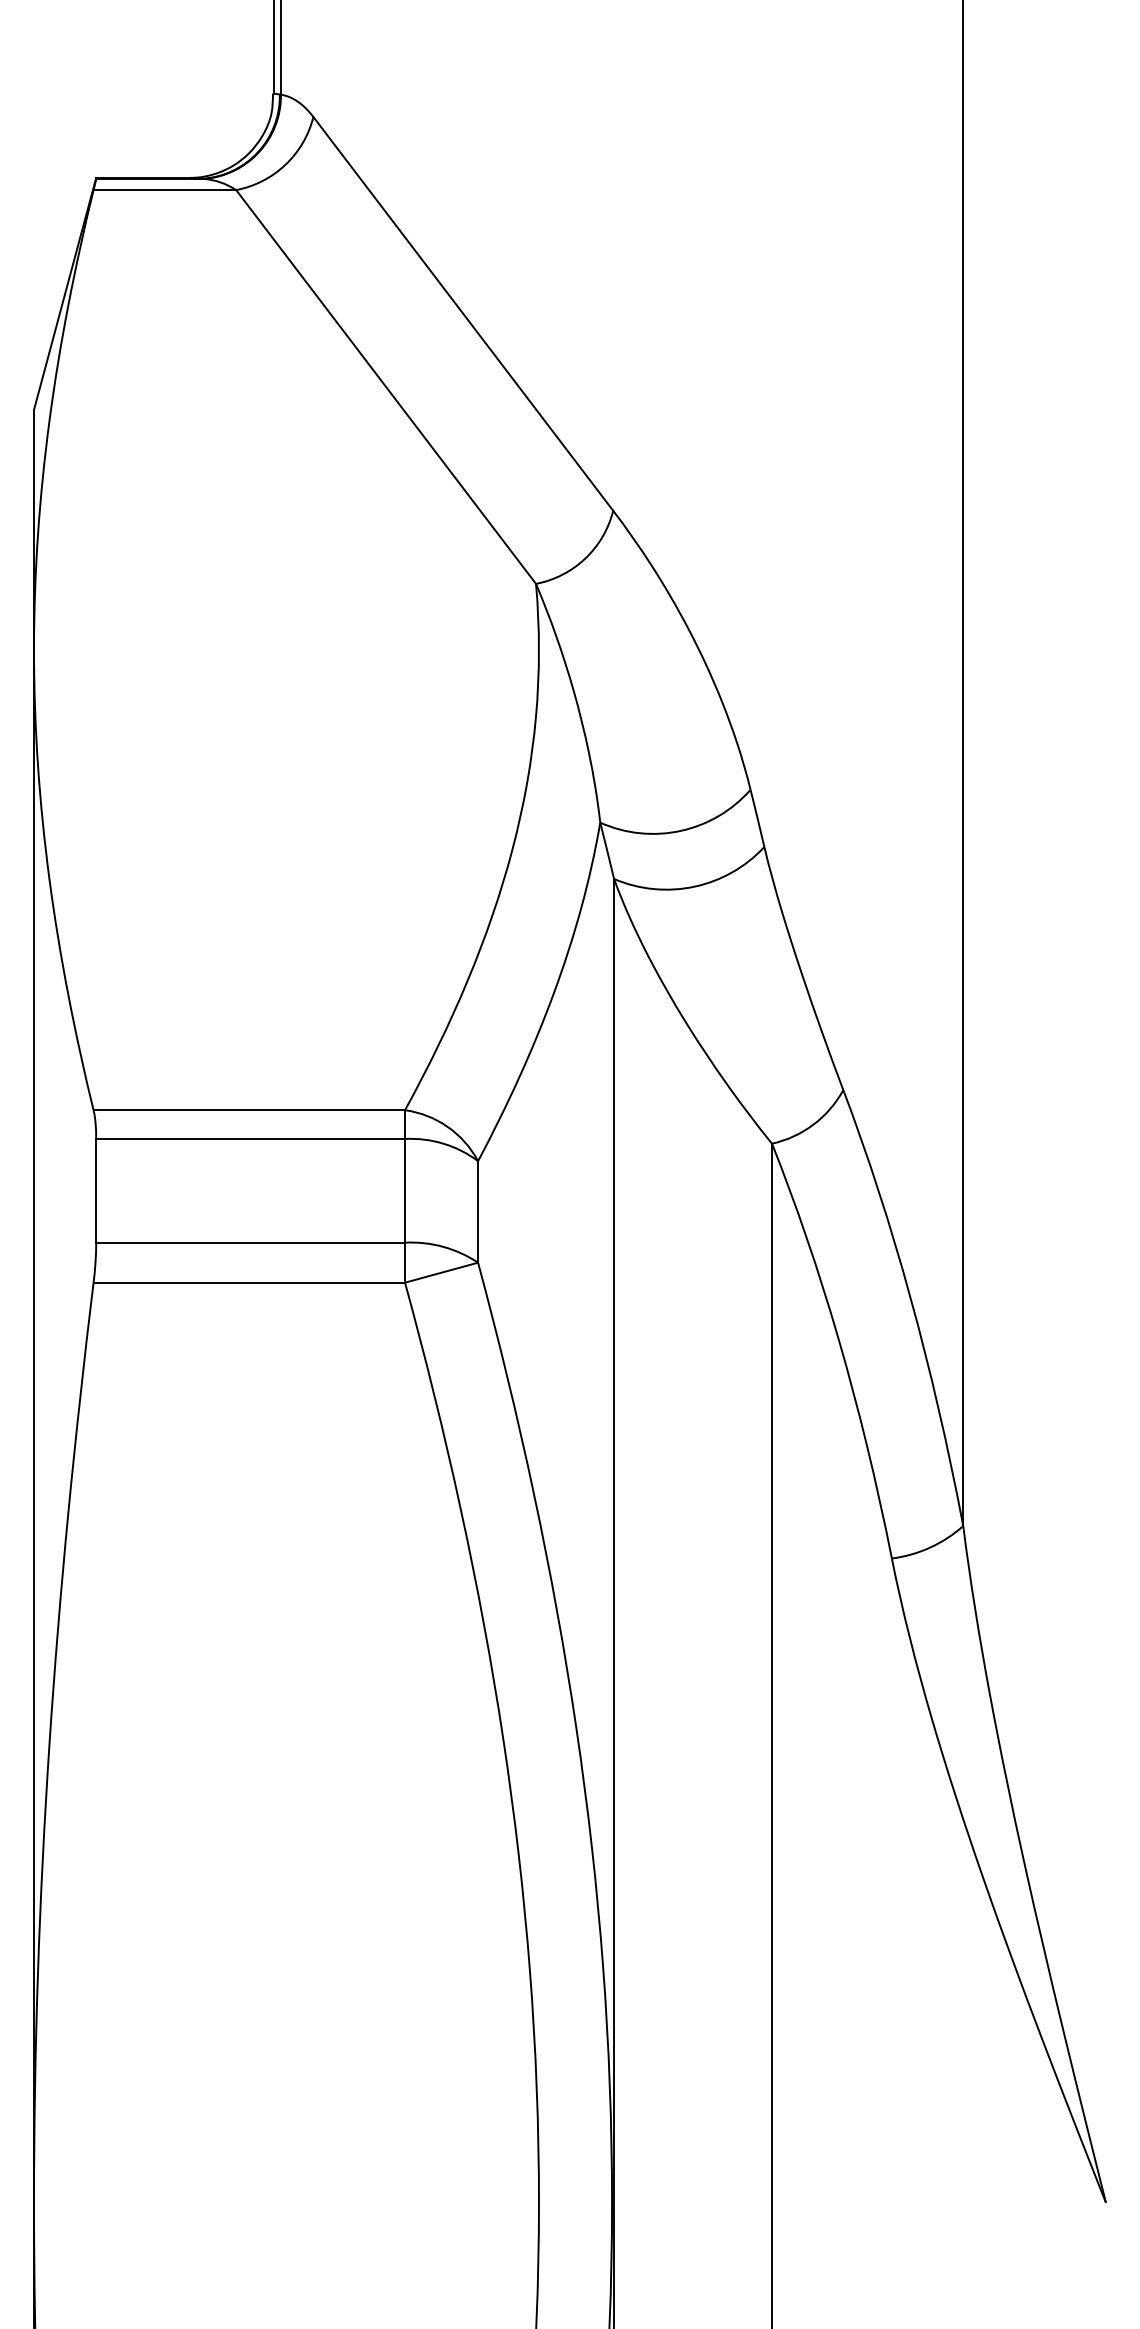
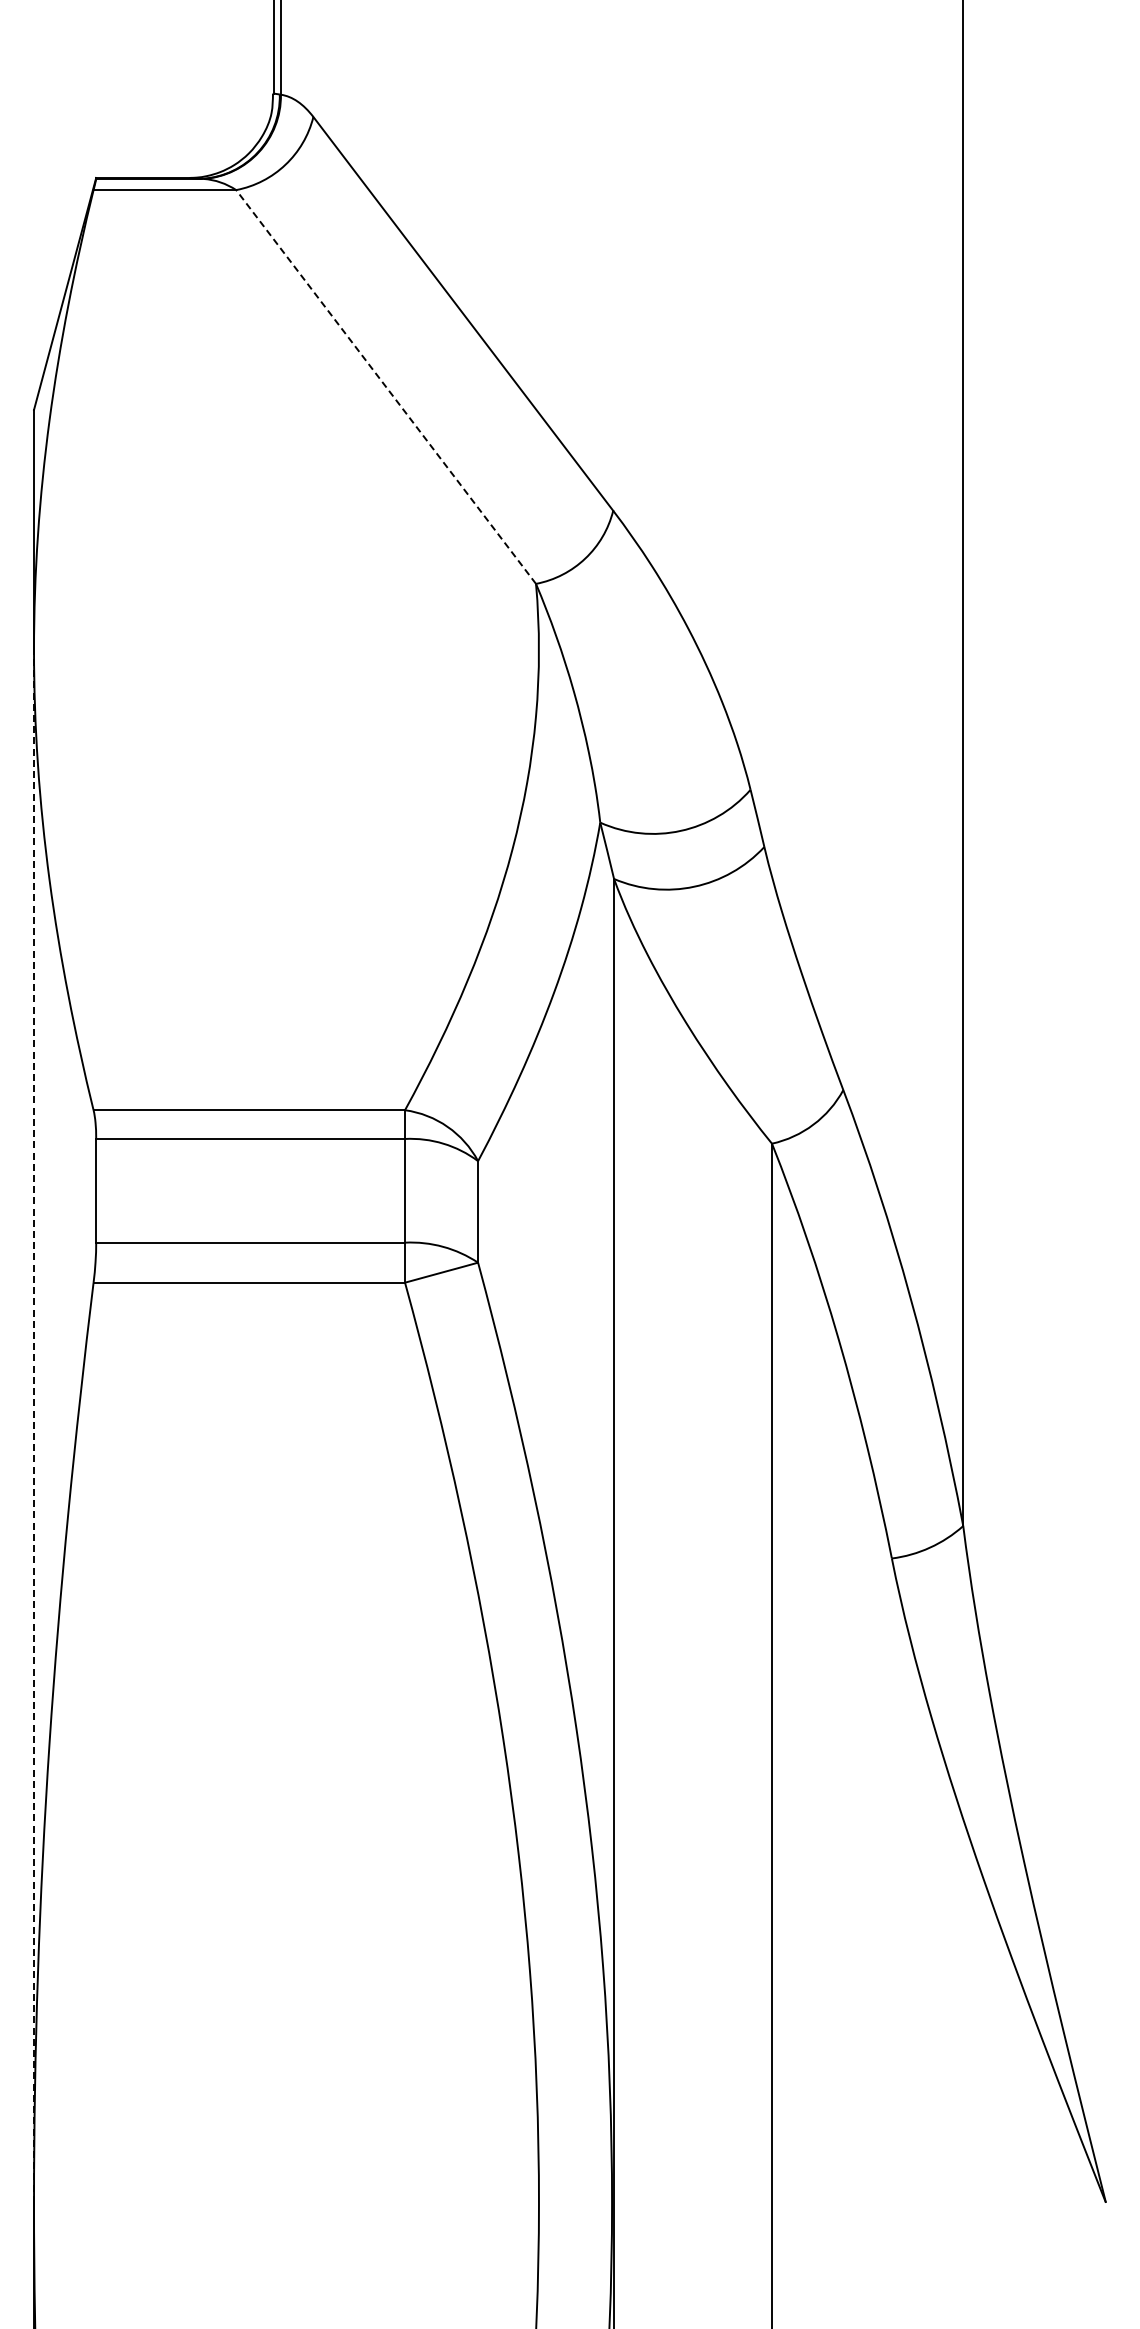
line at (385, 386): solid -> dashed
line at (34, 1425): solid -> dashed
